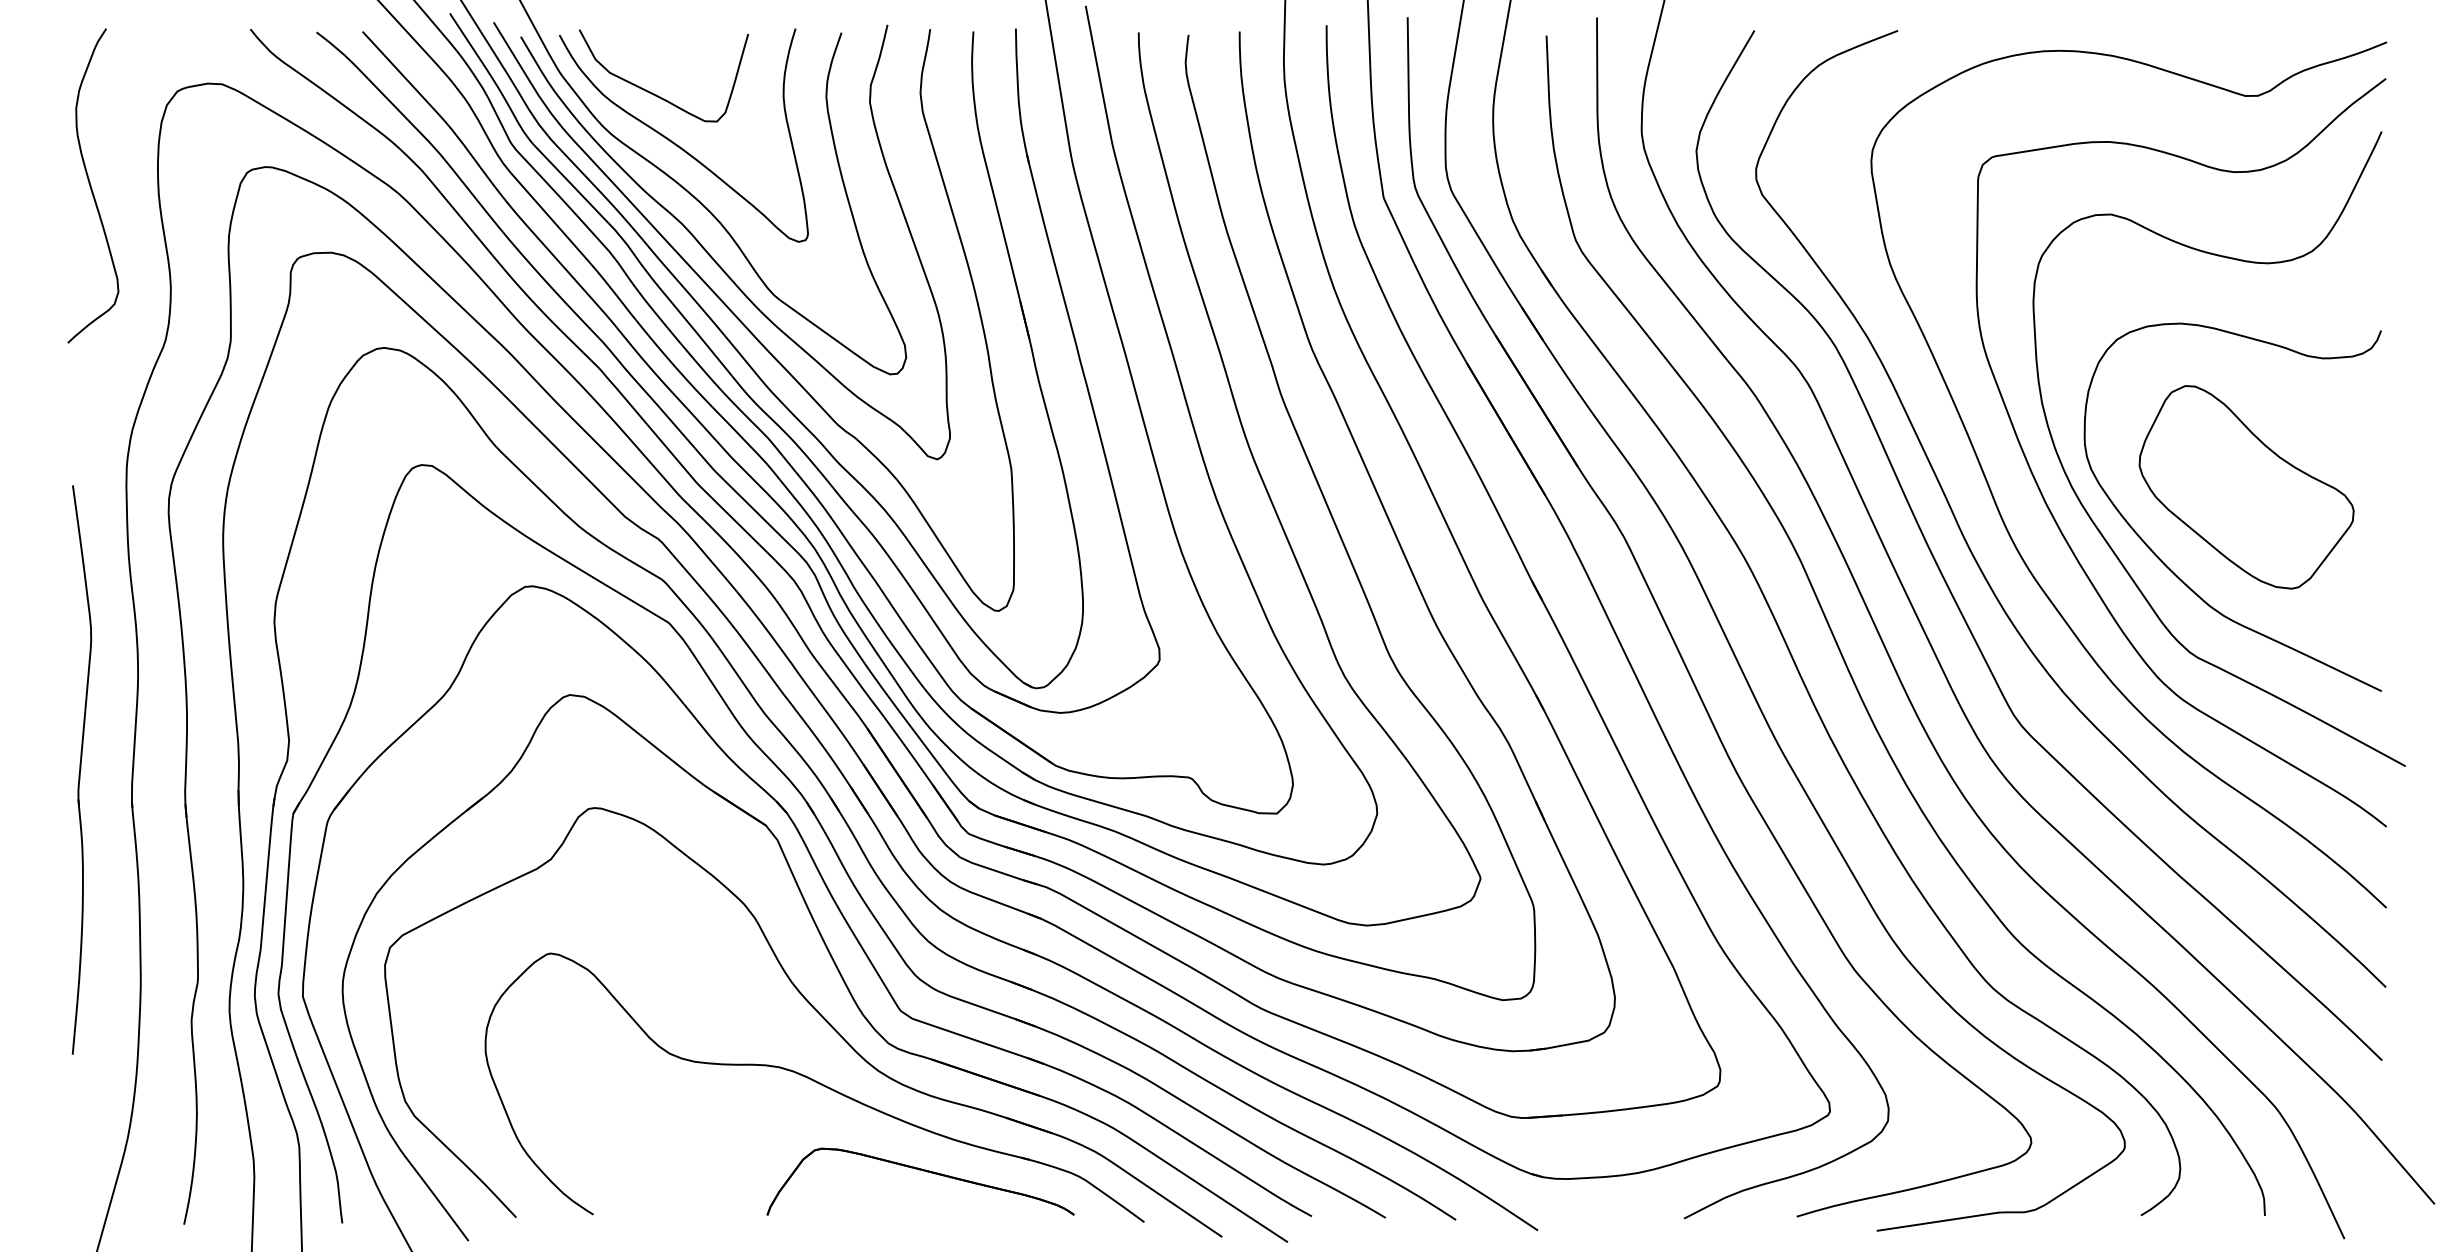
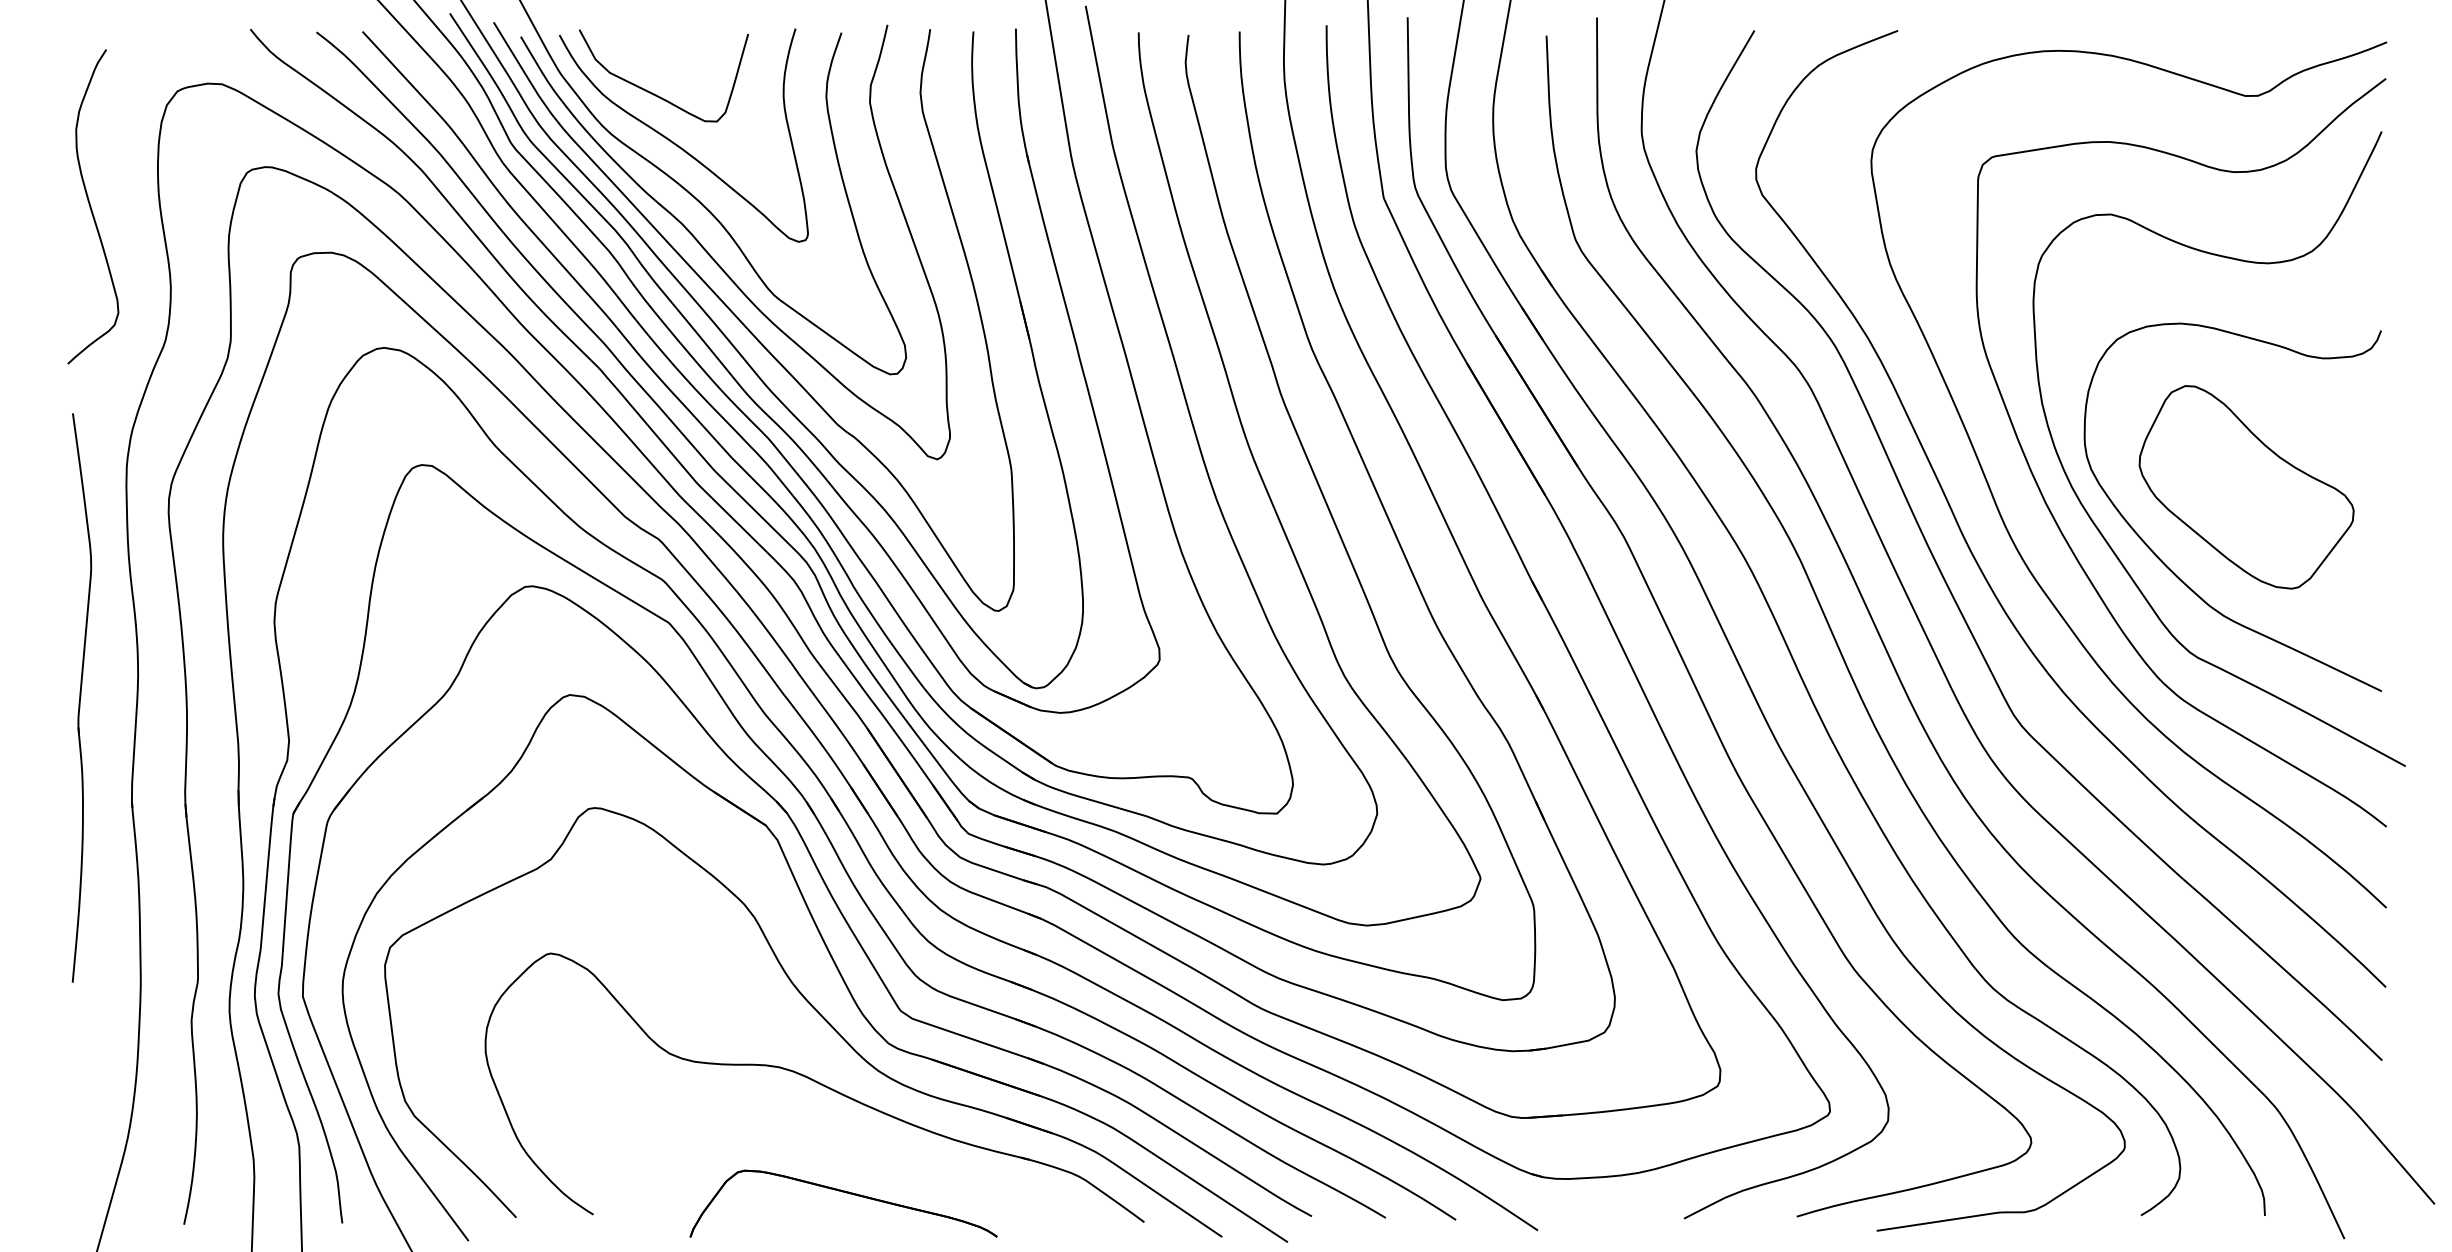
curve at (91, 185) position: (91, 185) -> (91, 206)
part at (81, 769) position: (81, 769) -> (81, 697)
part at (923, 1171) position: (923, 1171) -> (846, 1193)
